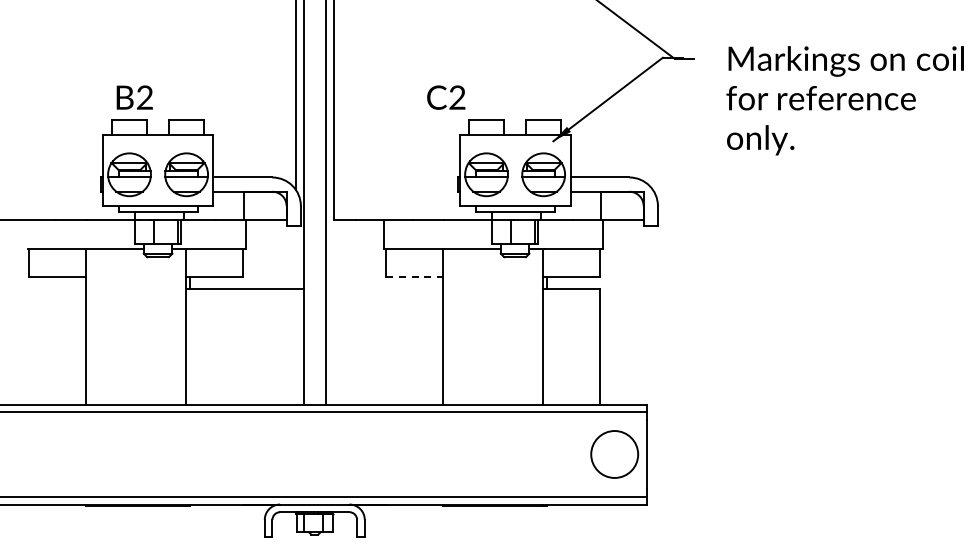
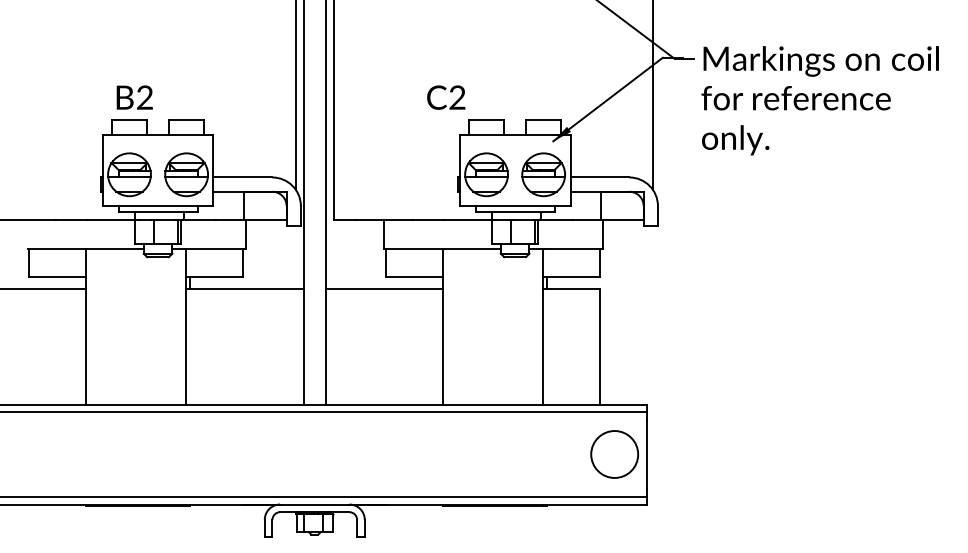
line at (652, 95): none -> present
text at (844, 100) position: (844, 100) -> (819, 100)
line at (414, 277): dashed -> solid
line at (44, 289): none -> present
line at (384, 289): none -> present
